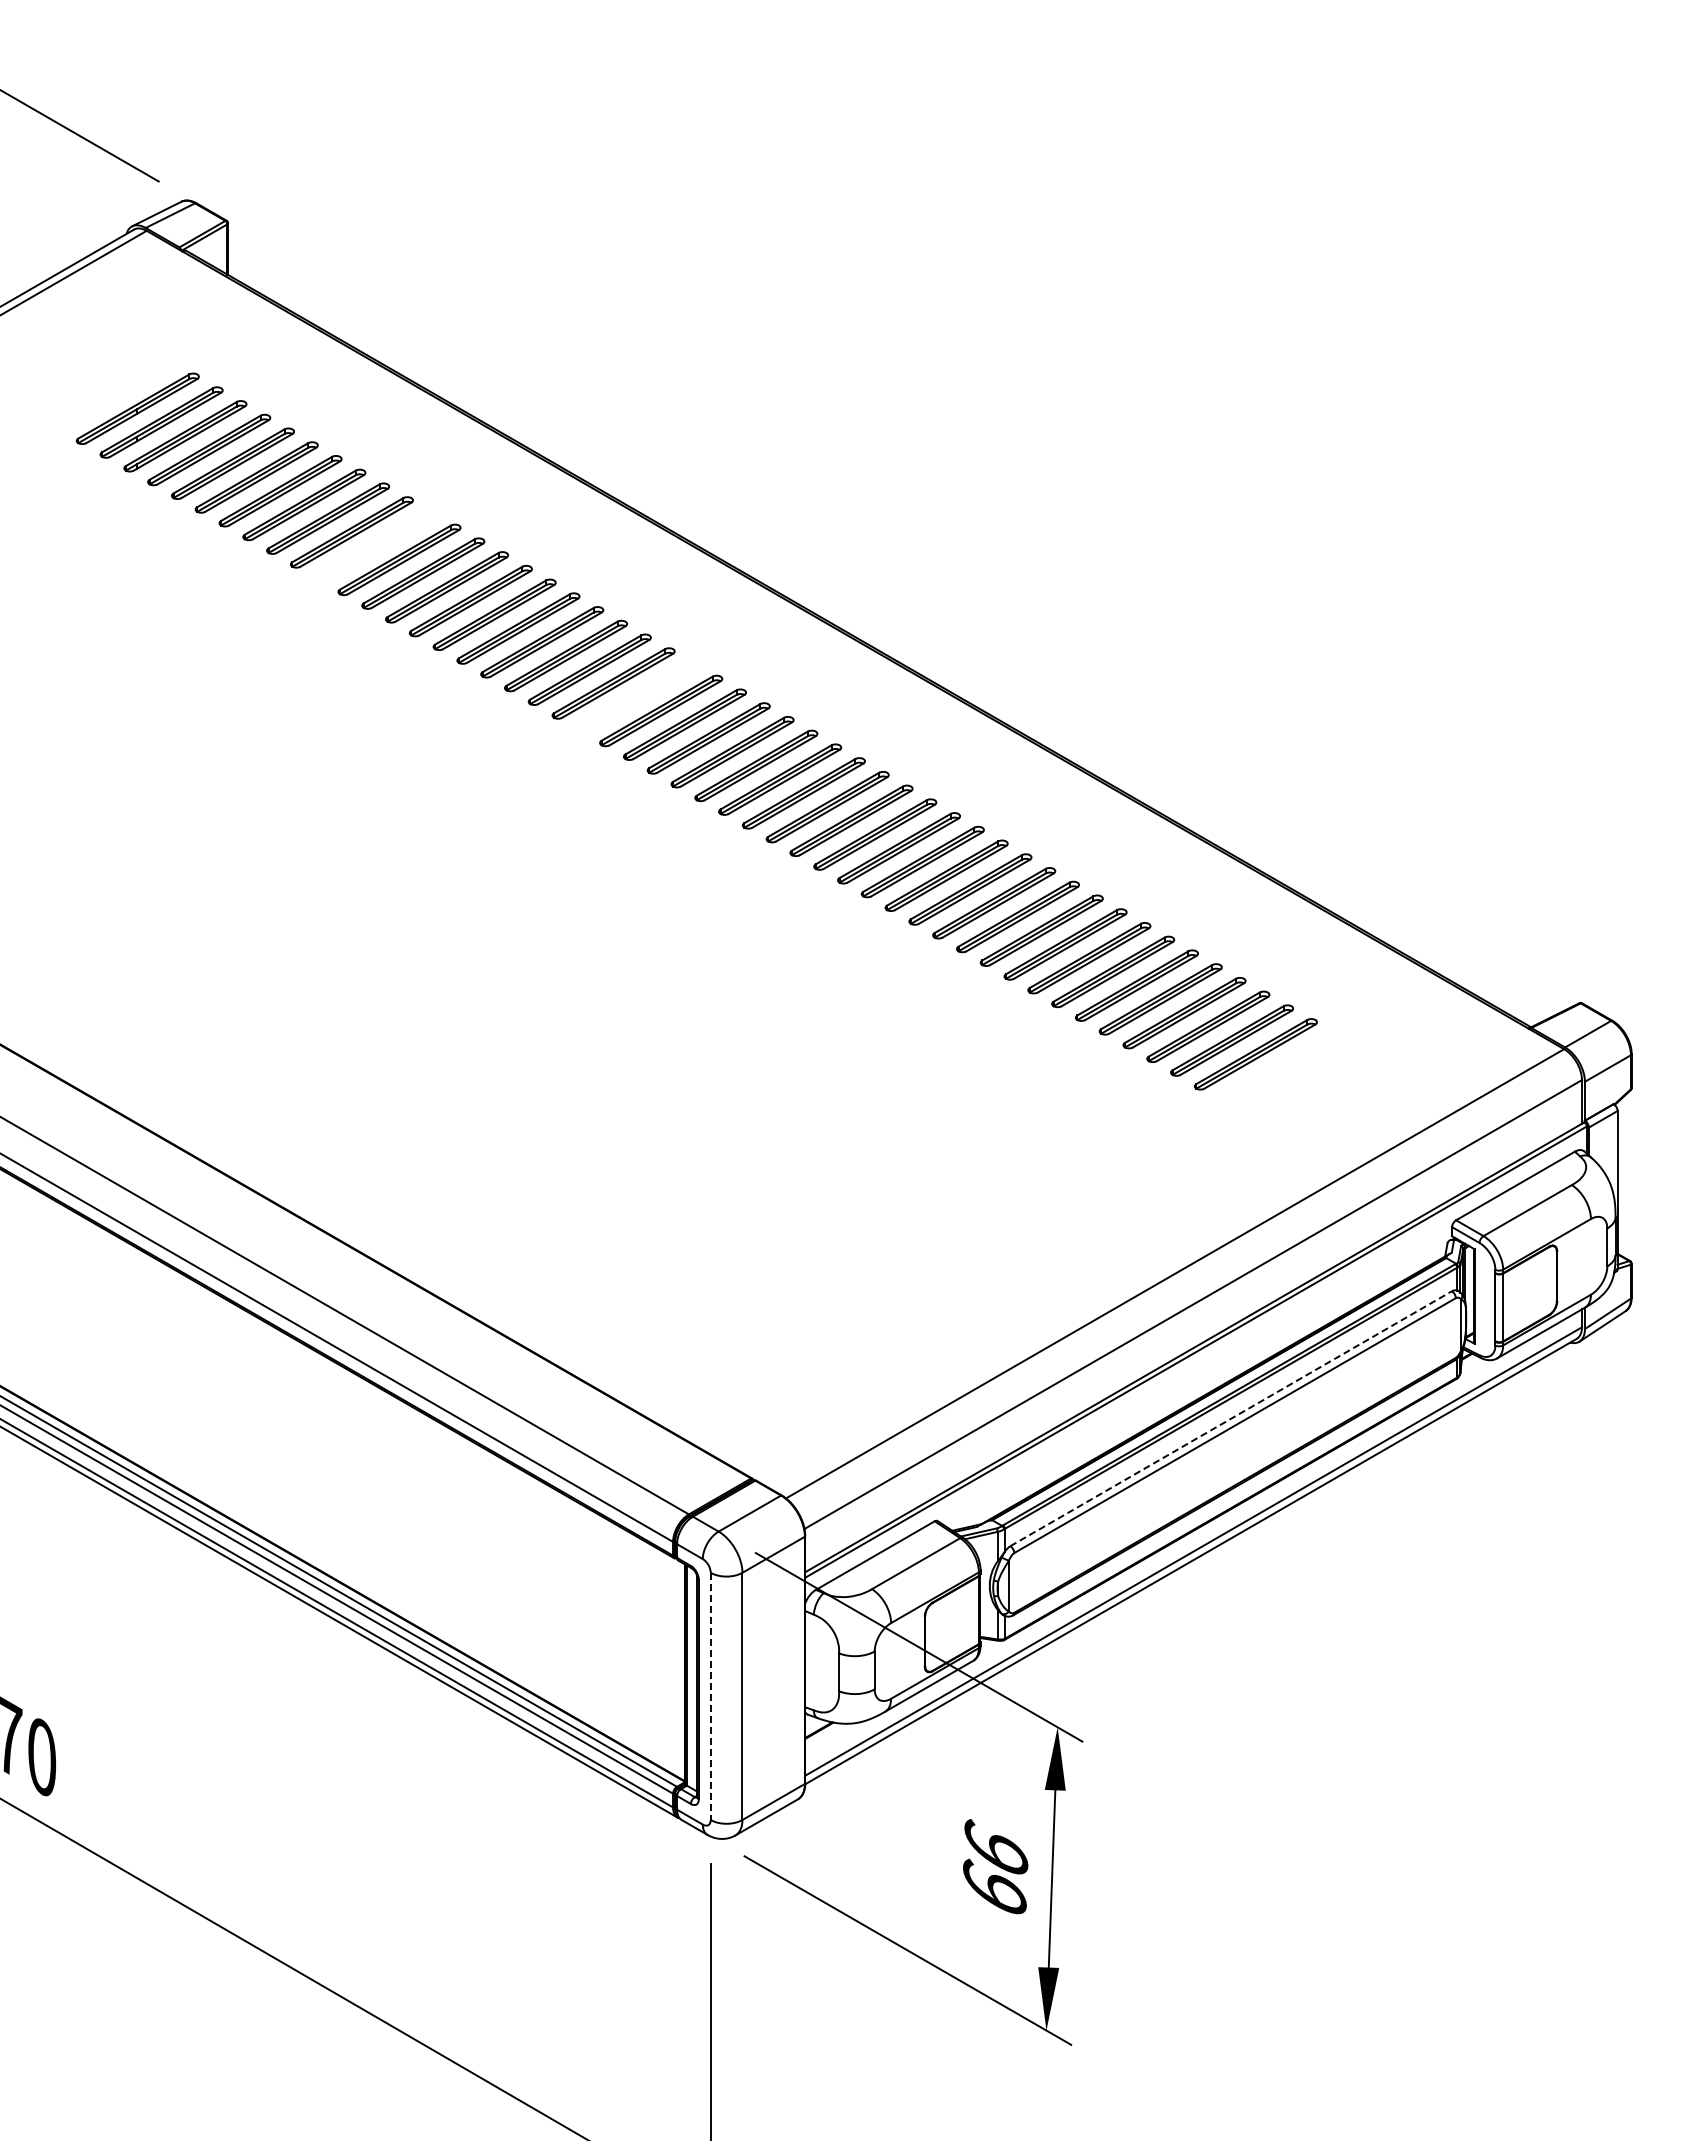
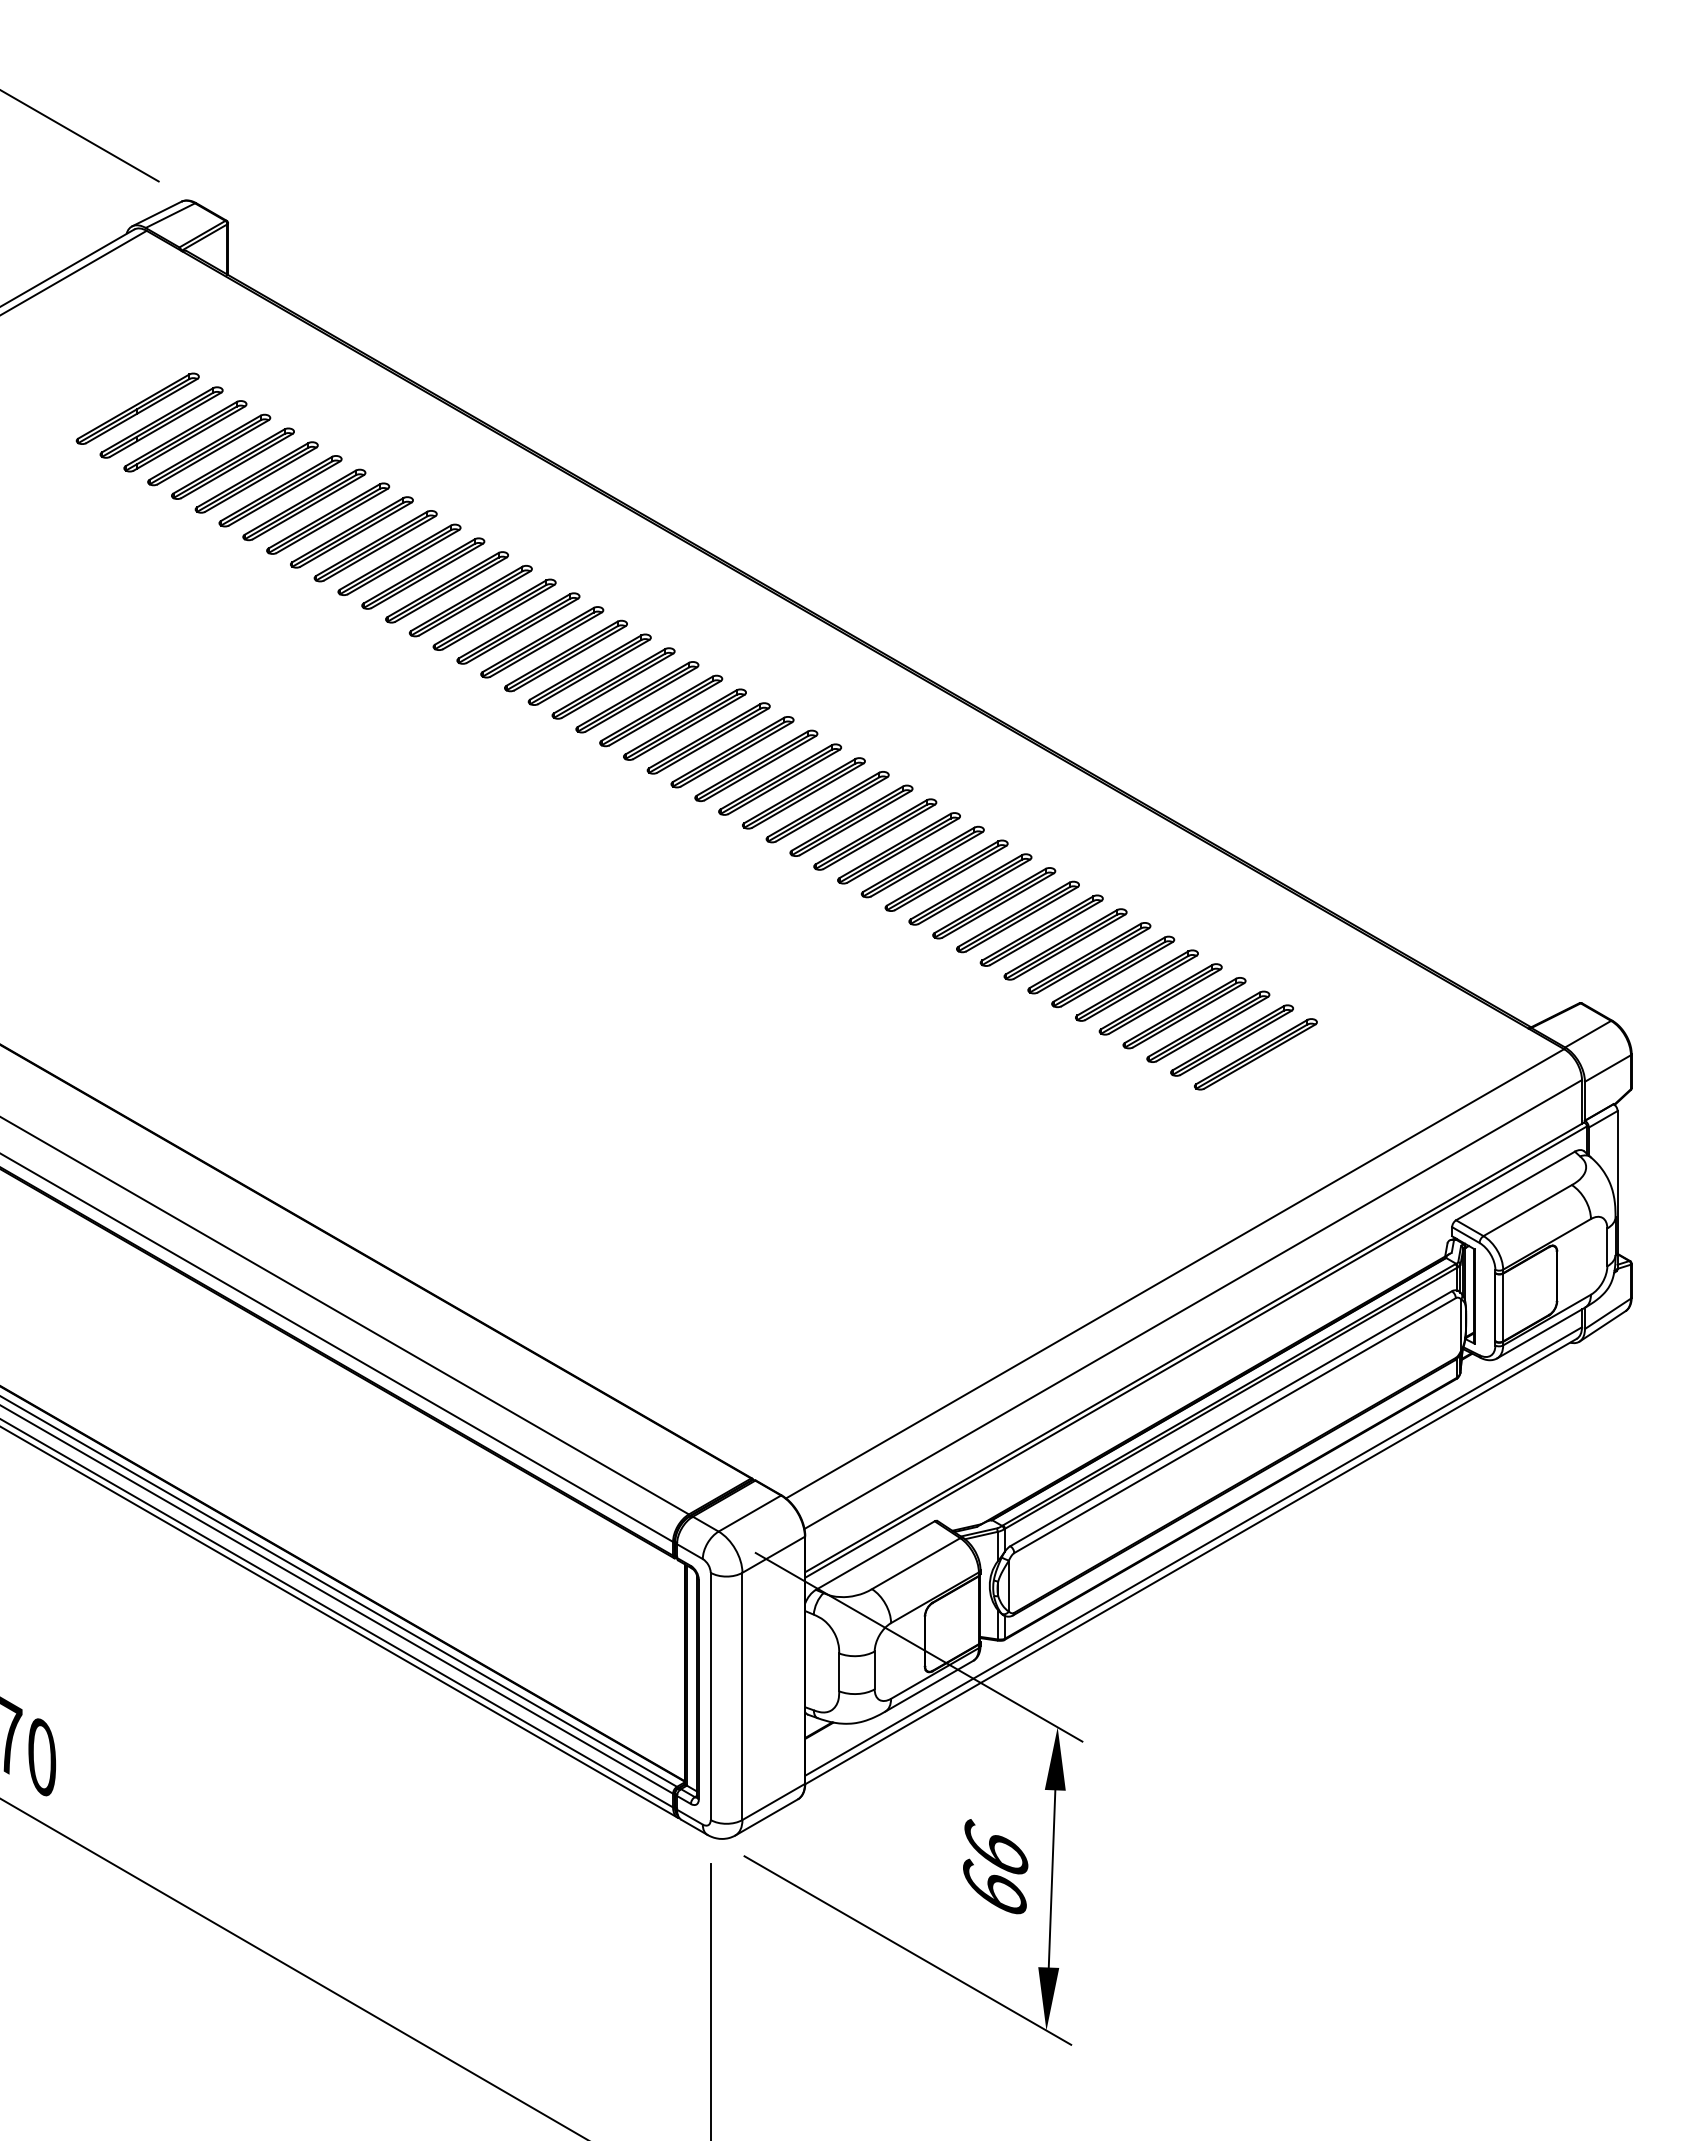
part at (375, 546): none -> present
part at (637, 697): none -> present
line at (1231, 1418): dashed -> solid
line at (710, 1696): dashed -> solid
